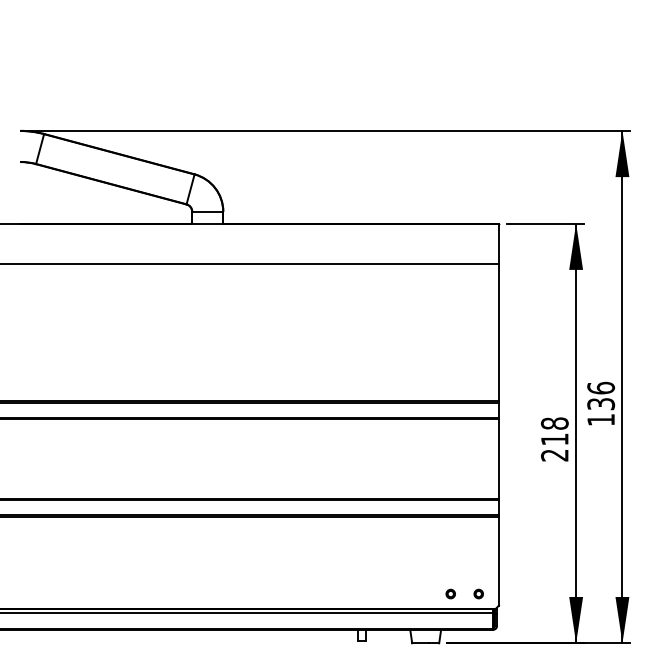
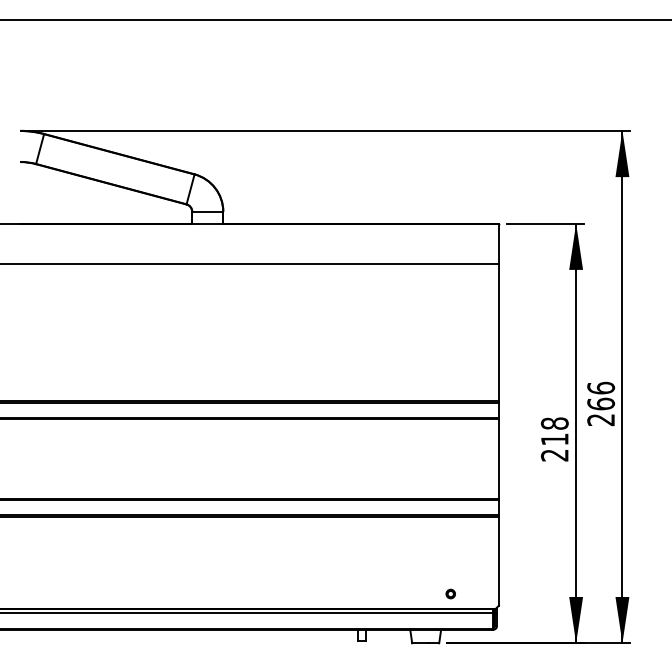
line at (335, 19): none -> present
text at (601, 411): 136 -> 266
part at (478, 593): present -> none
